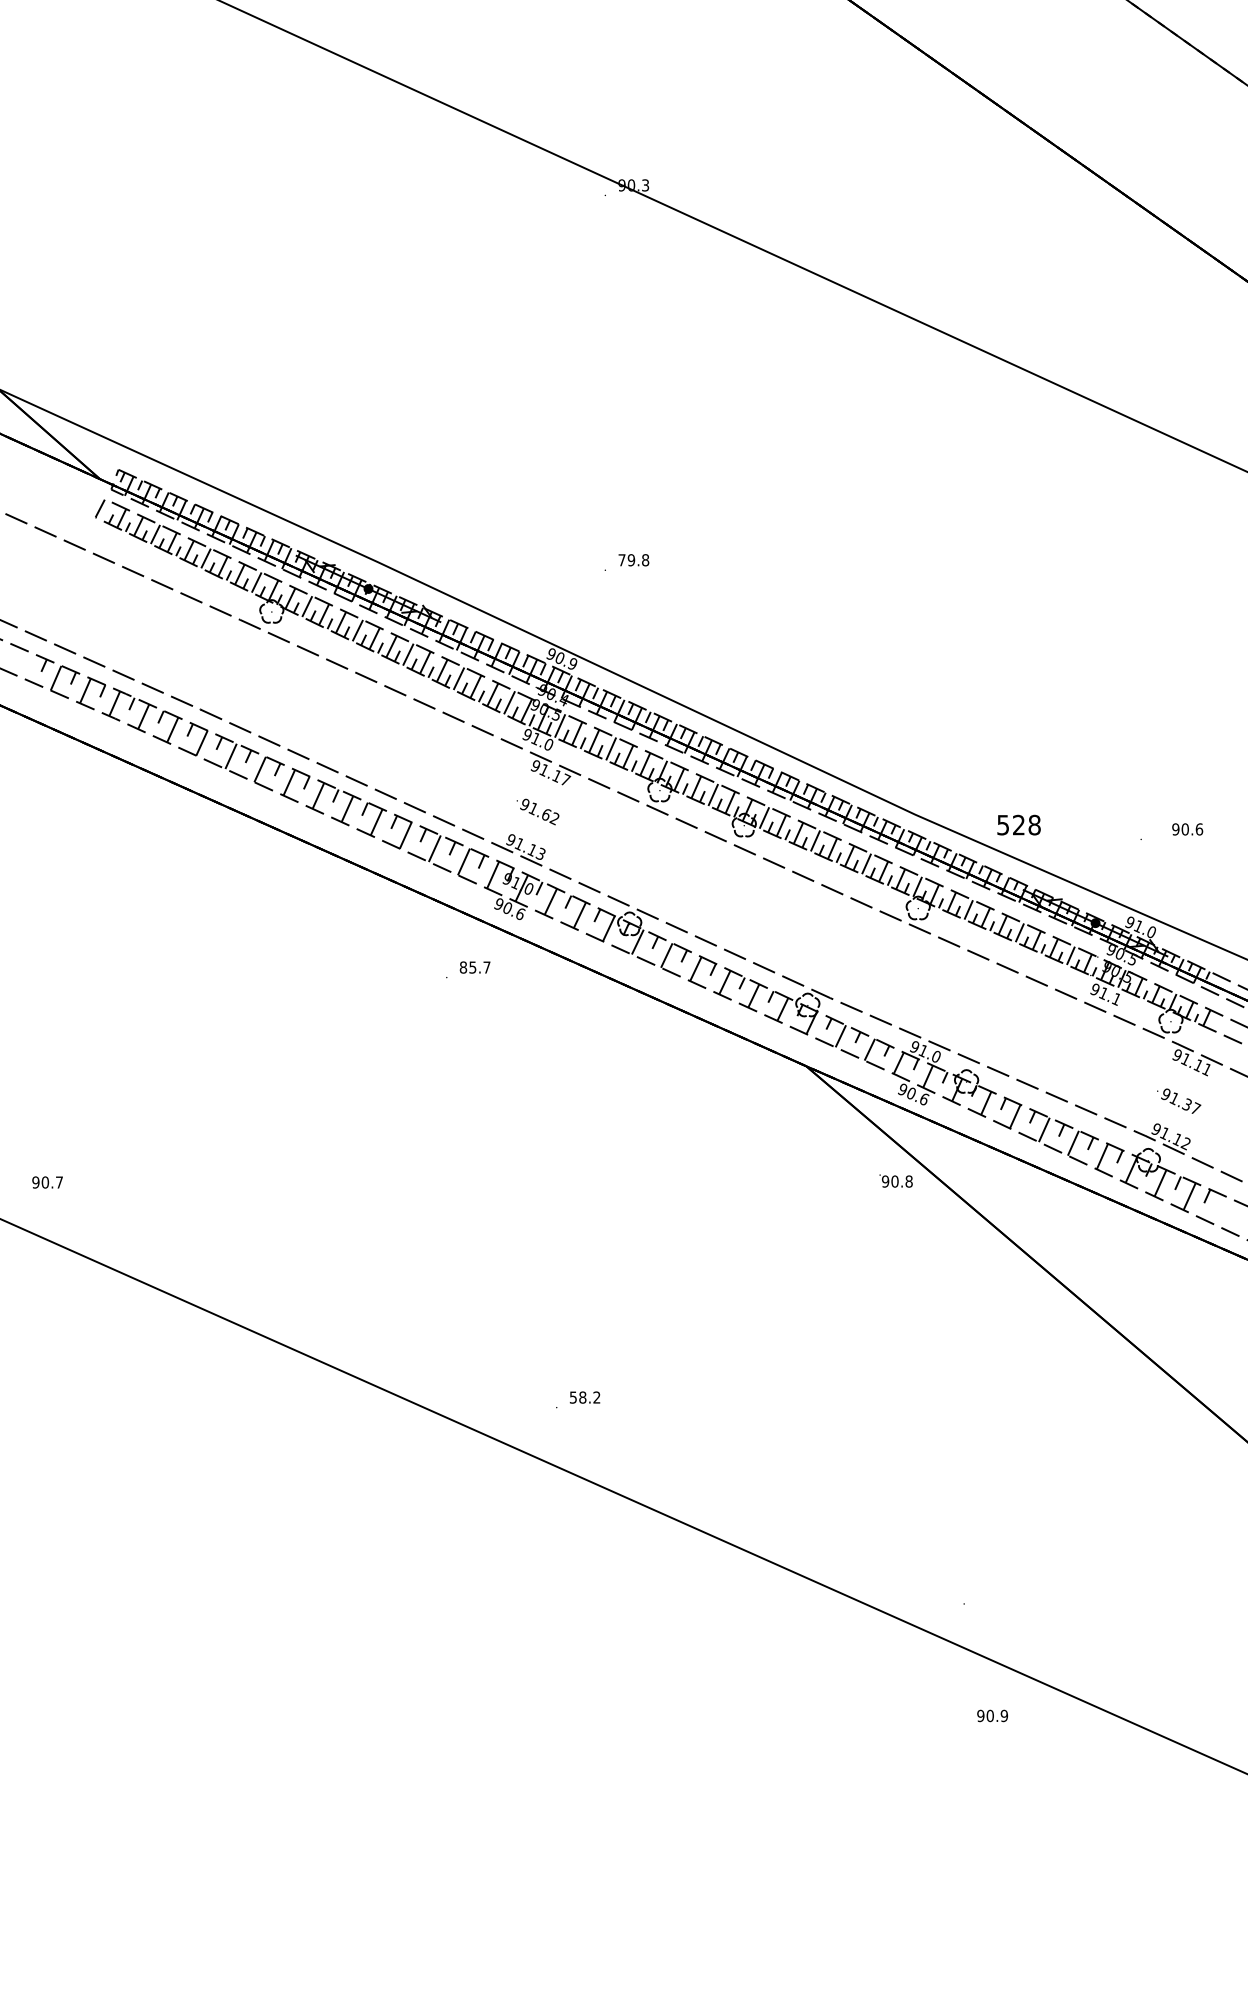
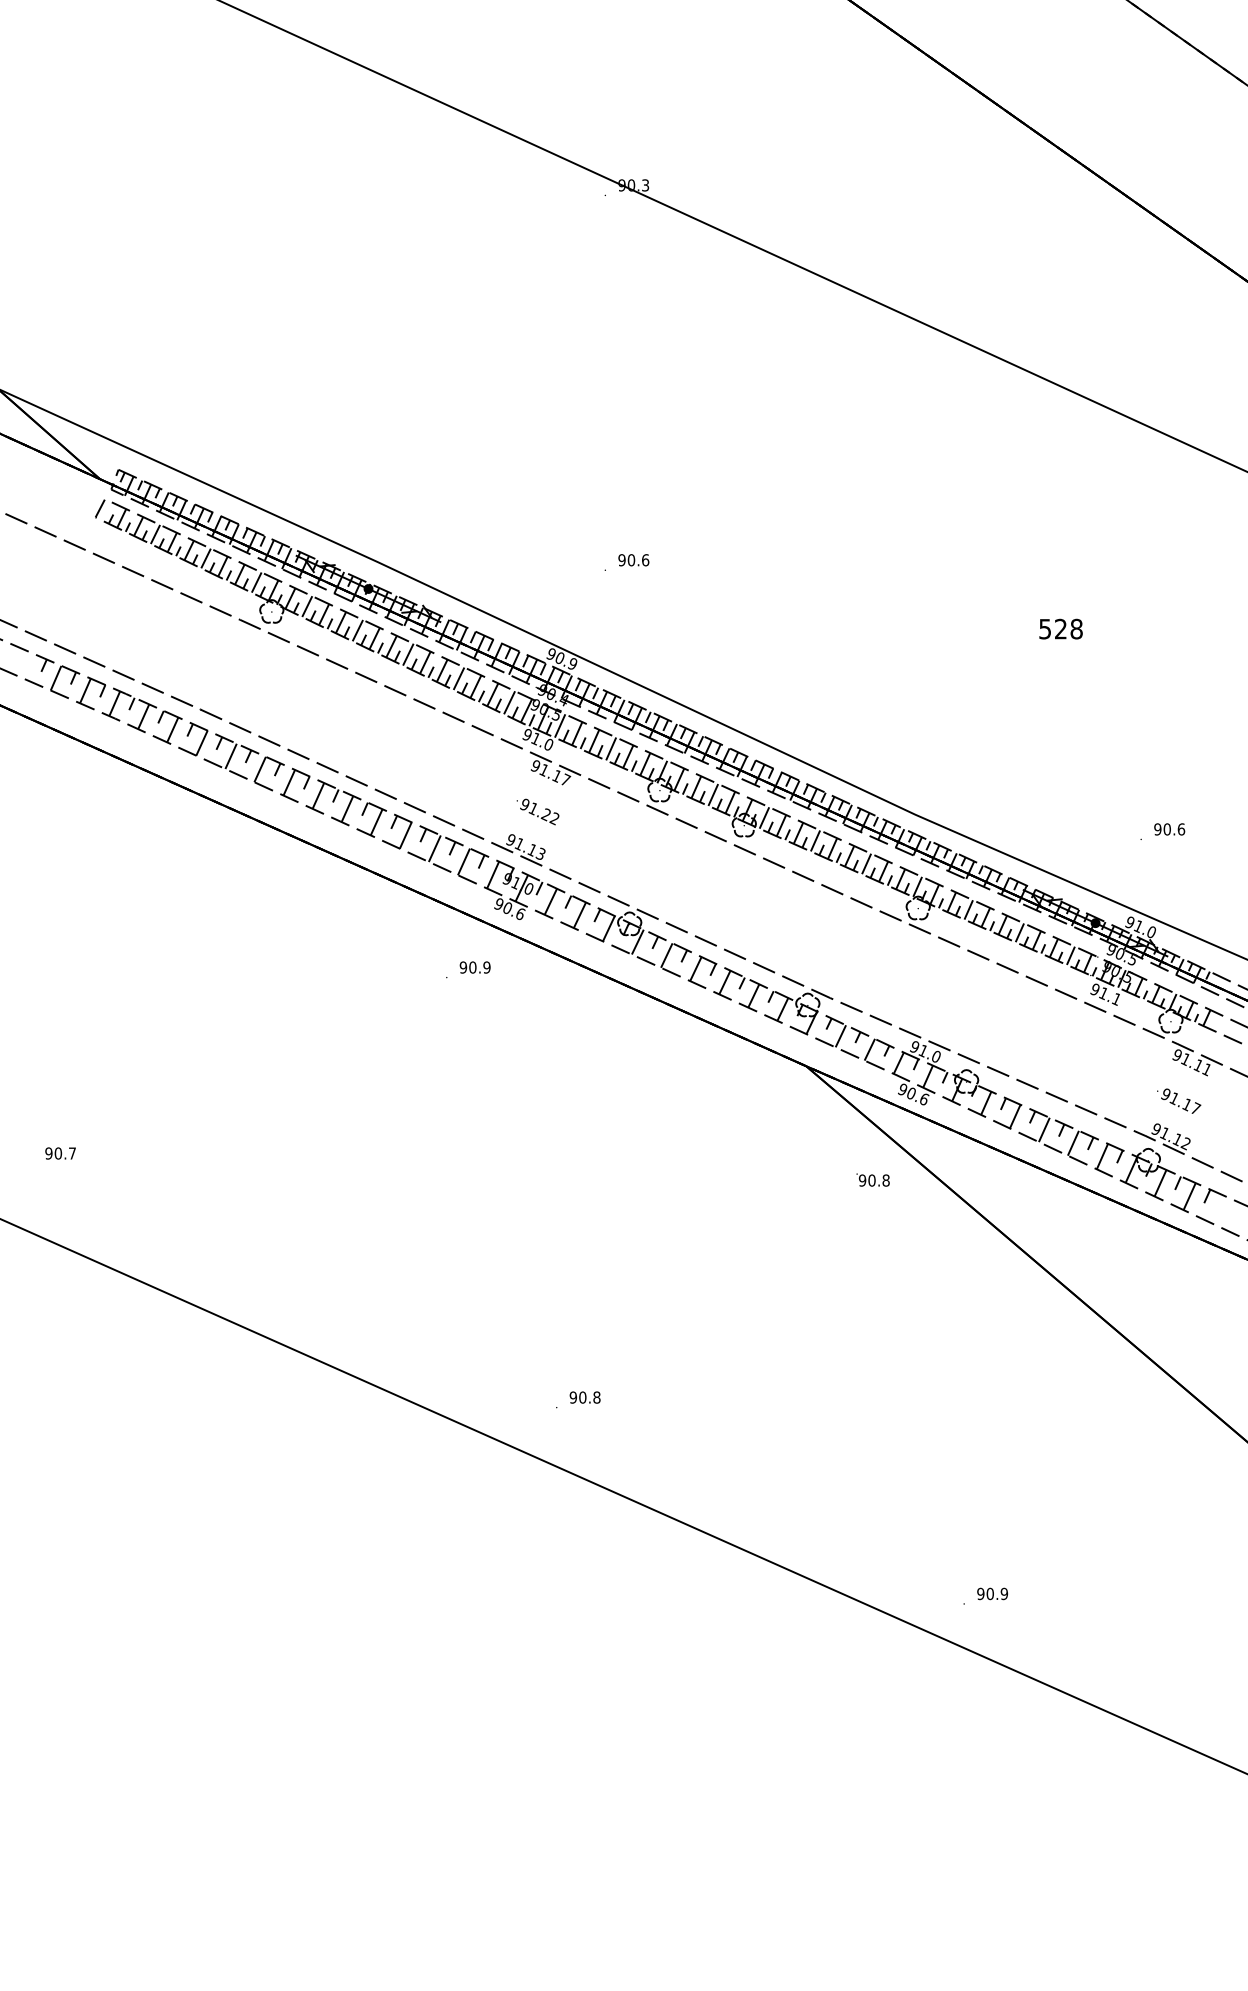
text at (633, 560): 79.8 -> 90.6
text at (545, 814): 91.62 -> 91.22
text at (1018, 824) position: (1018, 824) -> (1060, 628)
text at (1187, 829) position: (1187, 829) -> (1169, 829)
text at (474, 967): 85.7 -> 90.9
text at (1186, 1104): 91.37 -> 91.17
text at (895, 1180) position: (895, 1180) -> (872, 1179)
text at (47, 1182) position: (47, 1182) -> (60, 1153)
text at (584, 1397): 58.2 -> 90.8
text at (992, 1715) position: (992, 1715) -> (992, 1593)
